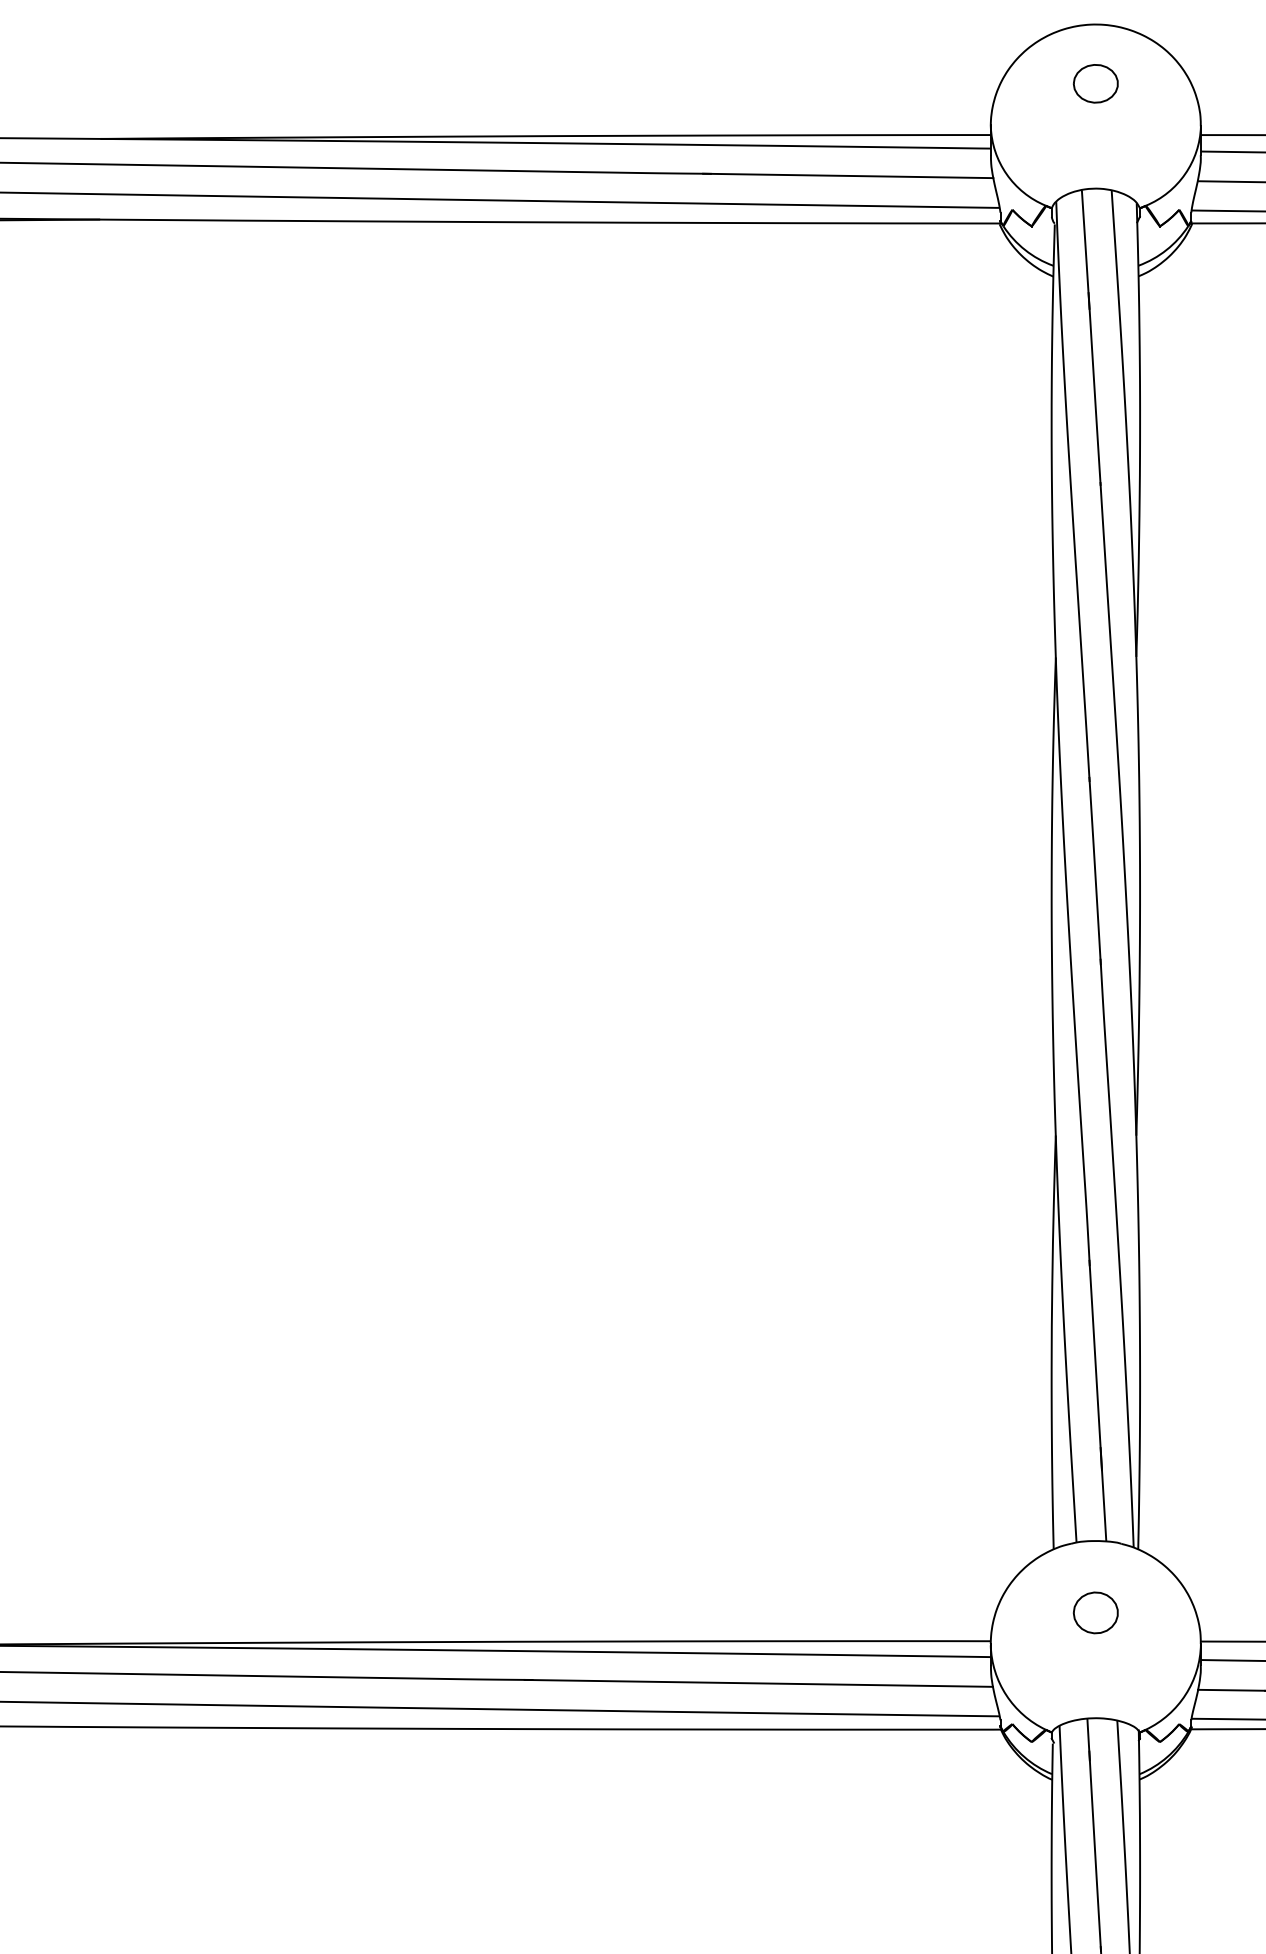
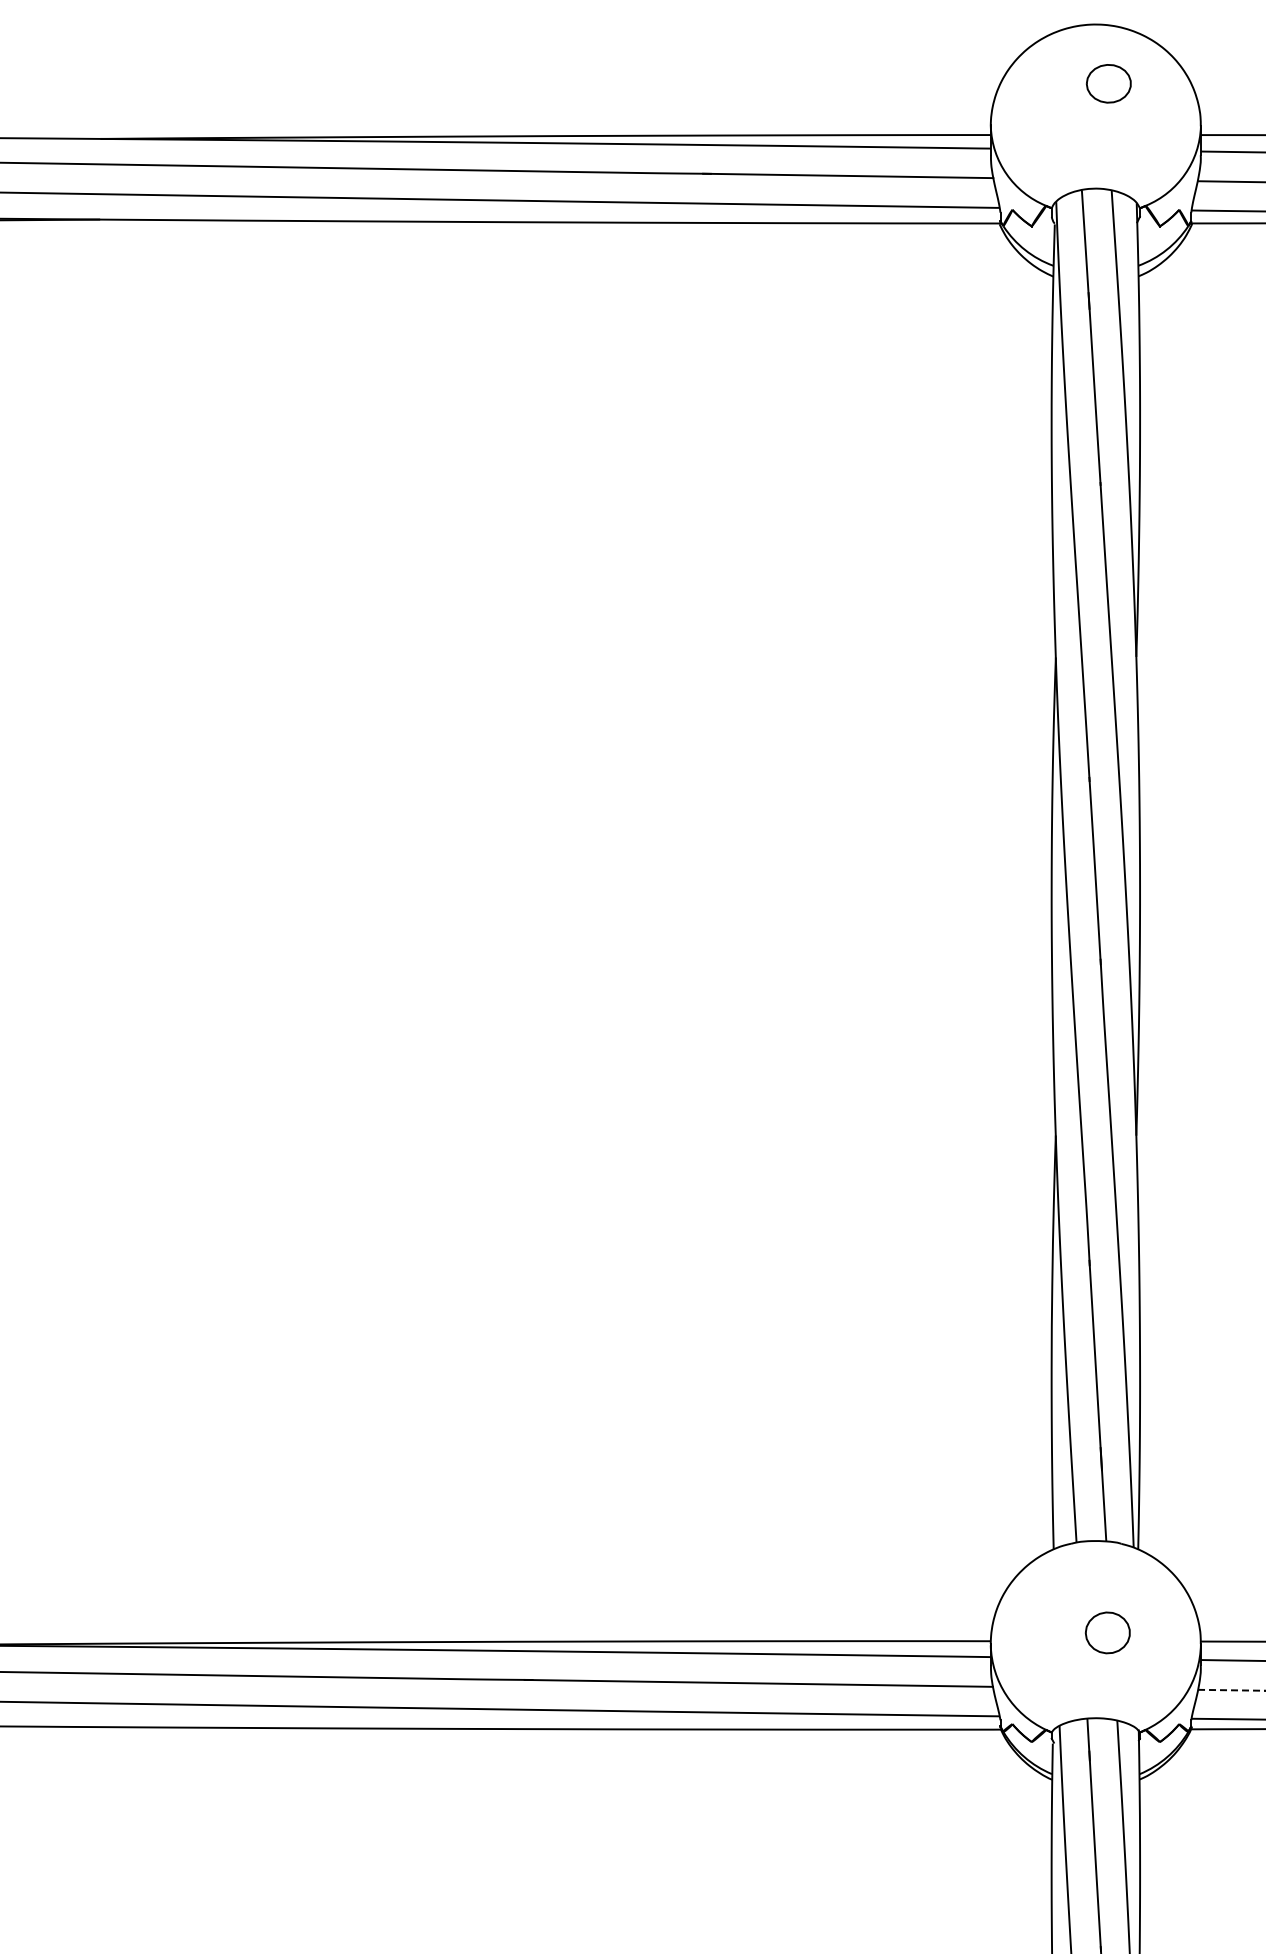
part at (1095, 83) position: (1095, 83) -> (1108, 83)
part at (1095, 1612) position: (1095, 1612) -> (1107, 1632)
line at (1231, 1690): solid -> dashed
